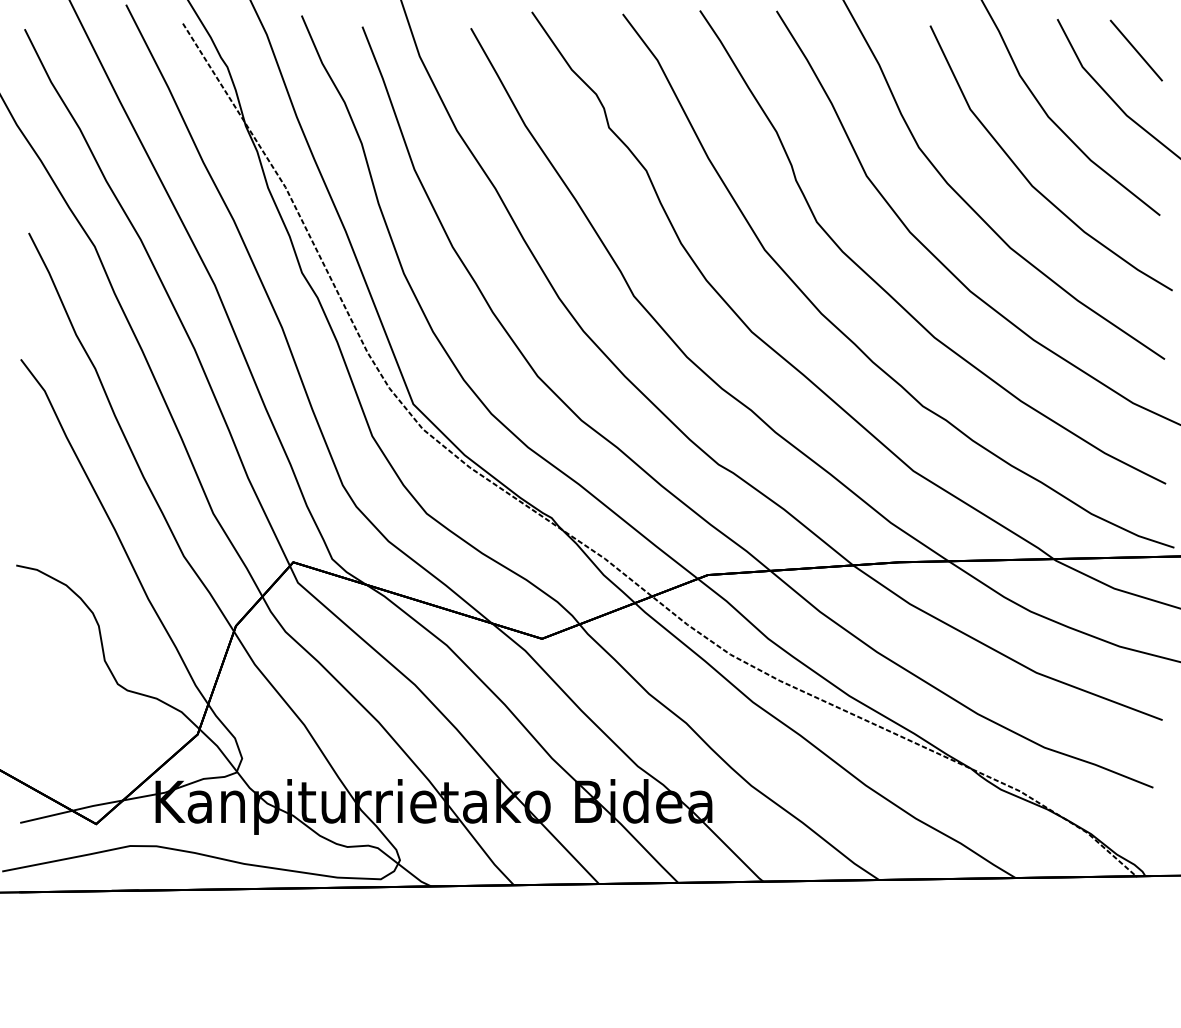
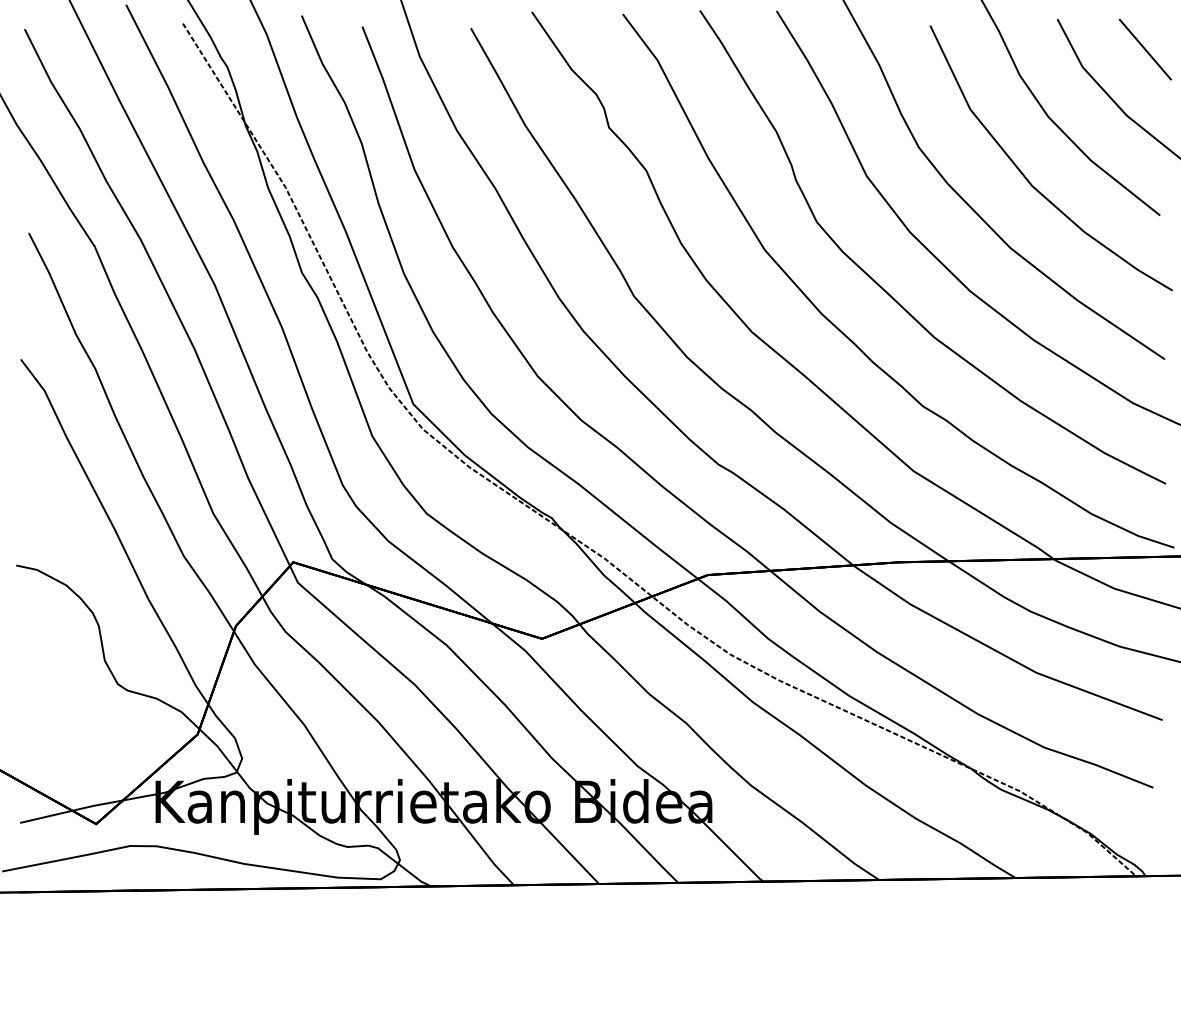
line at (1135, 50) position: (1135, 50) -> (1144, 49)
